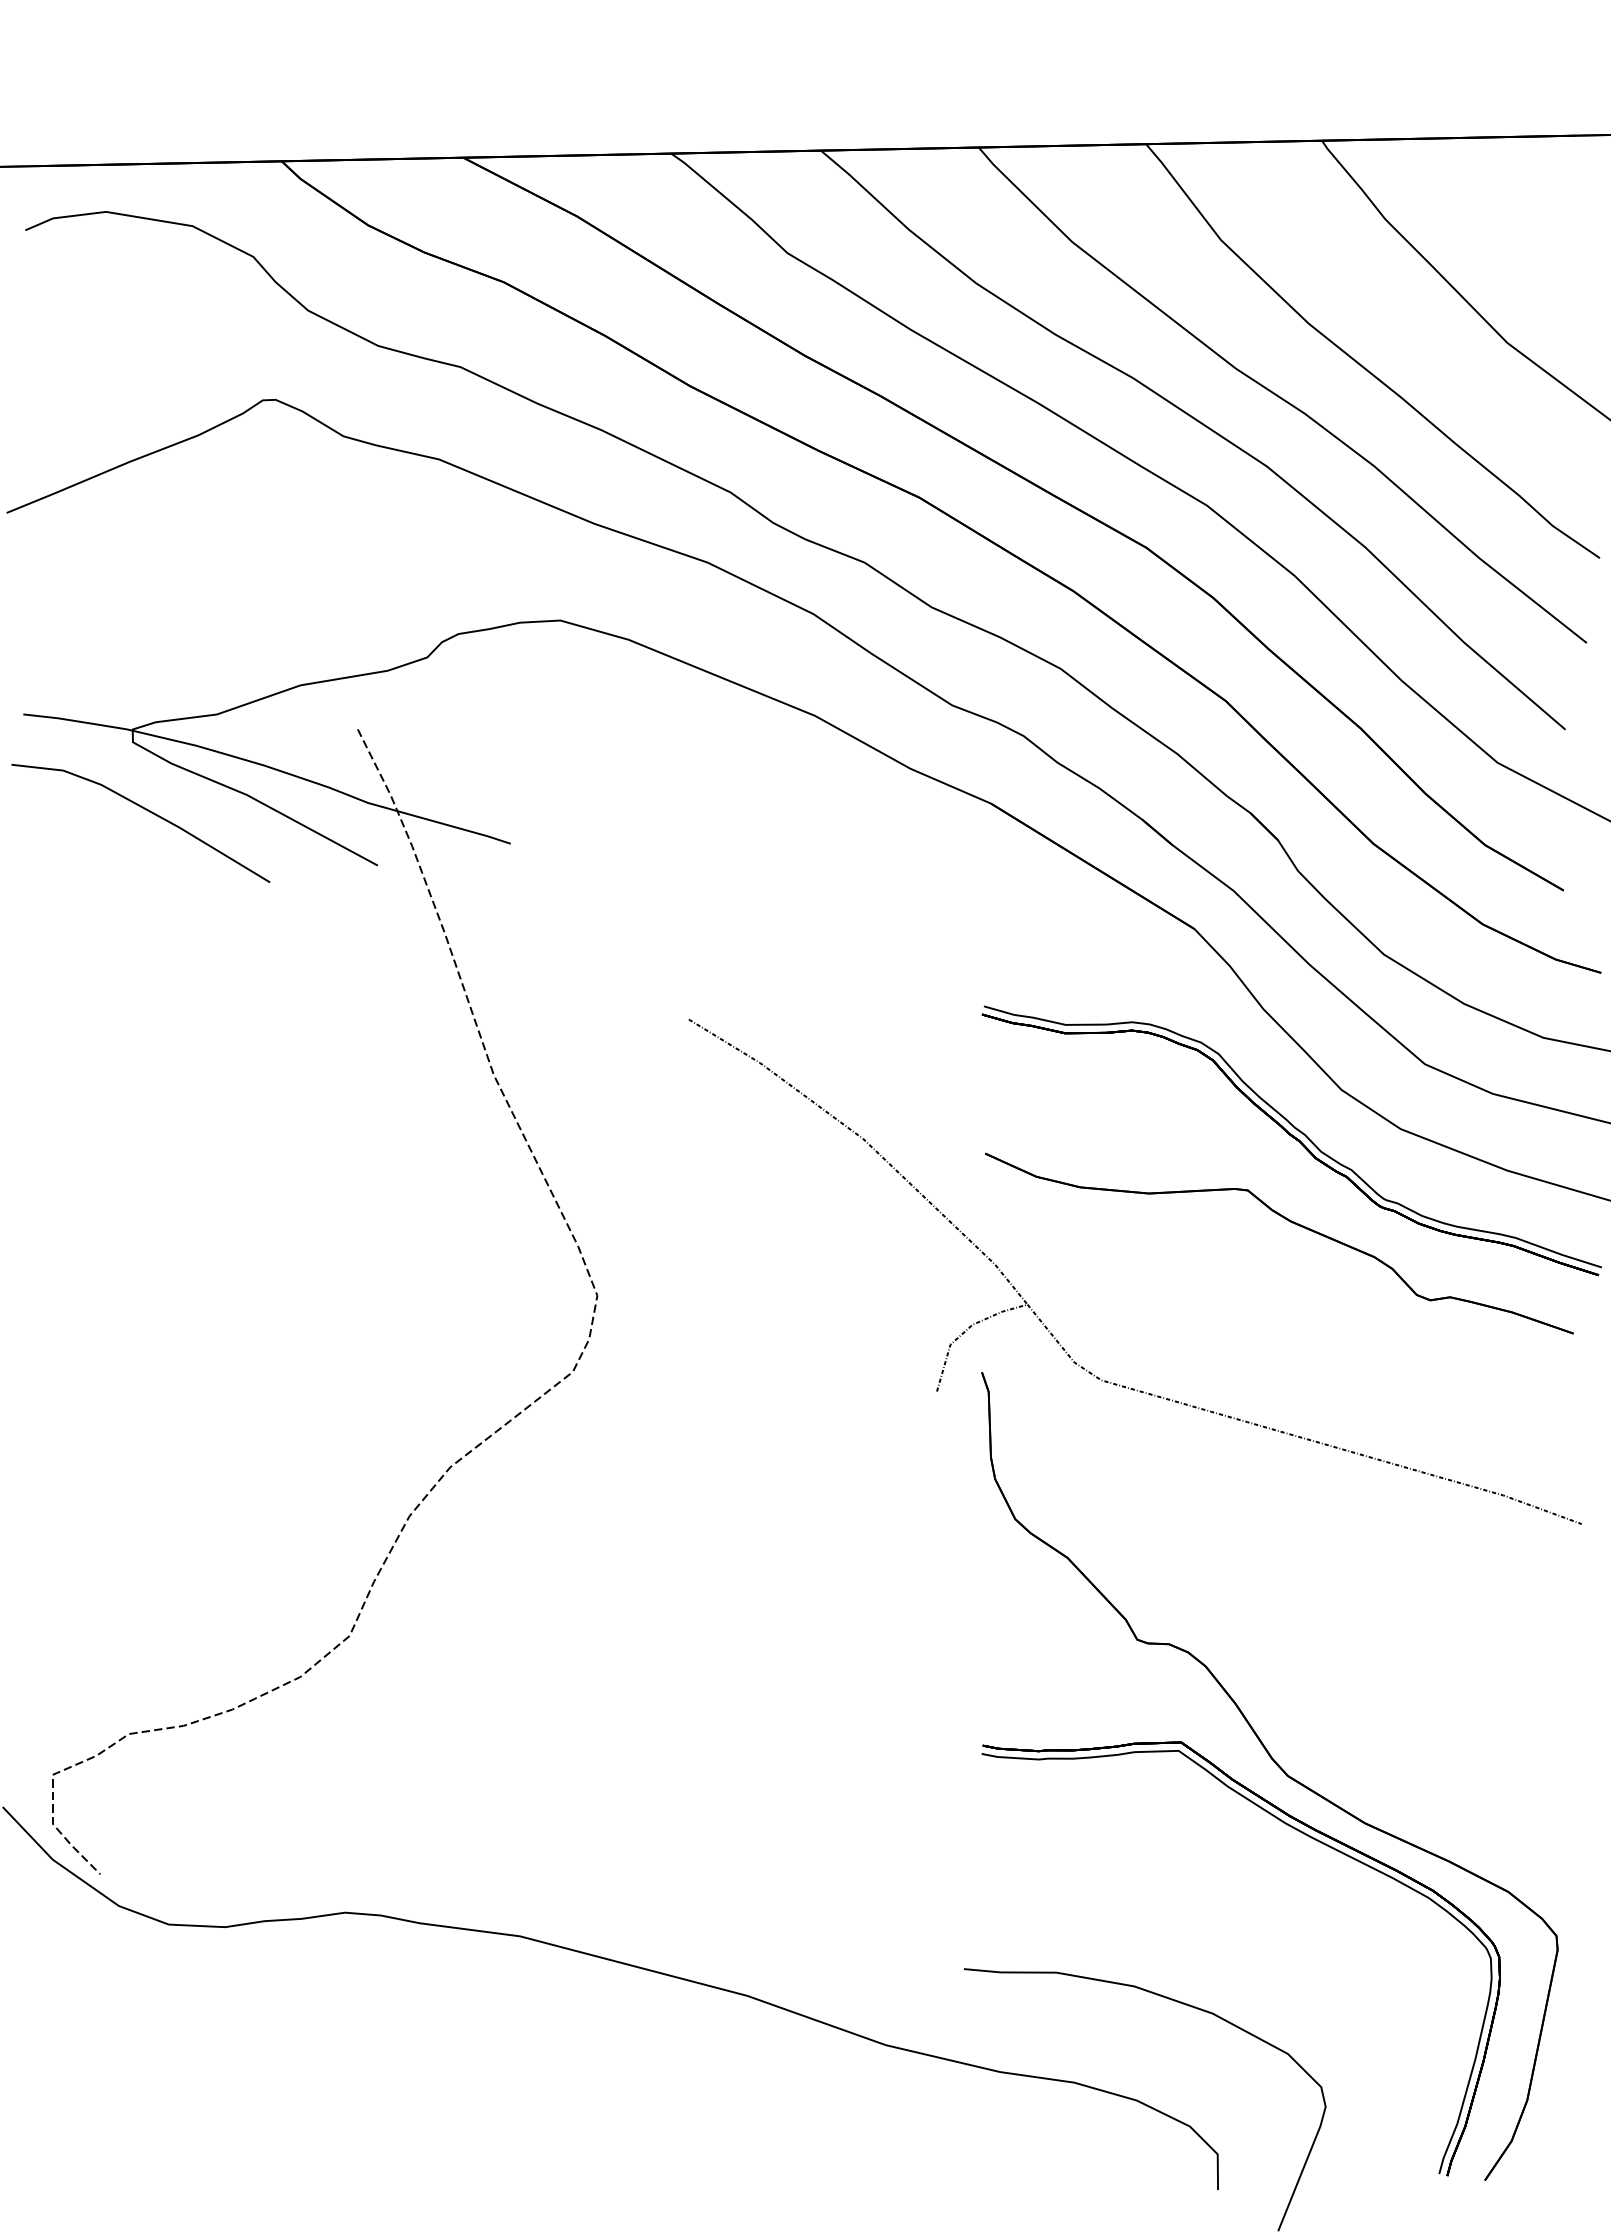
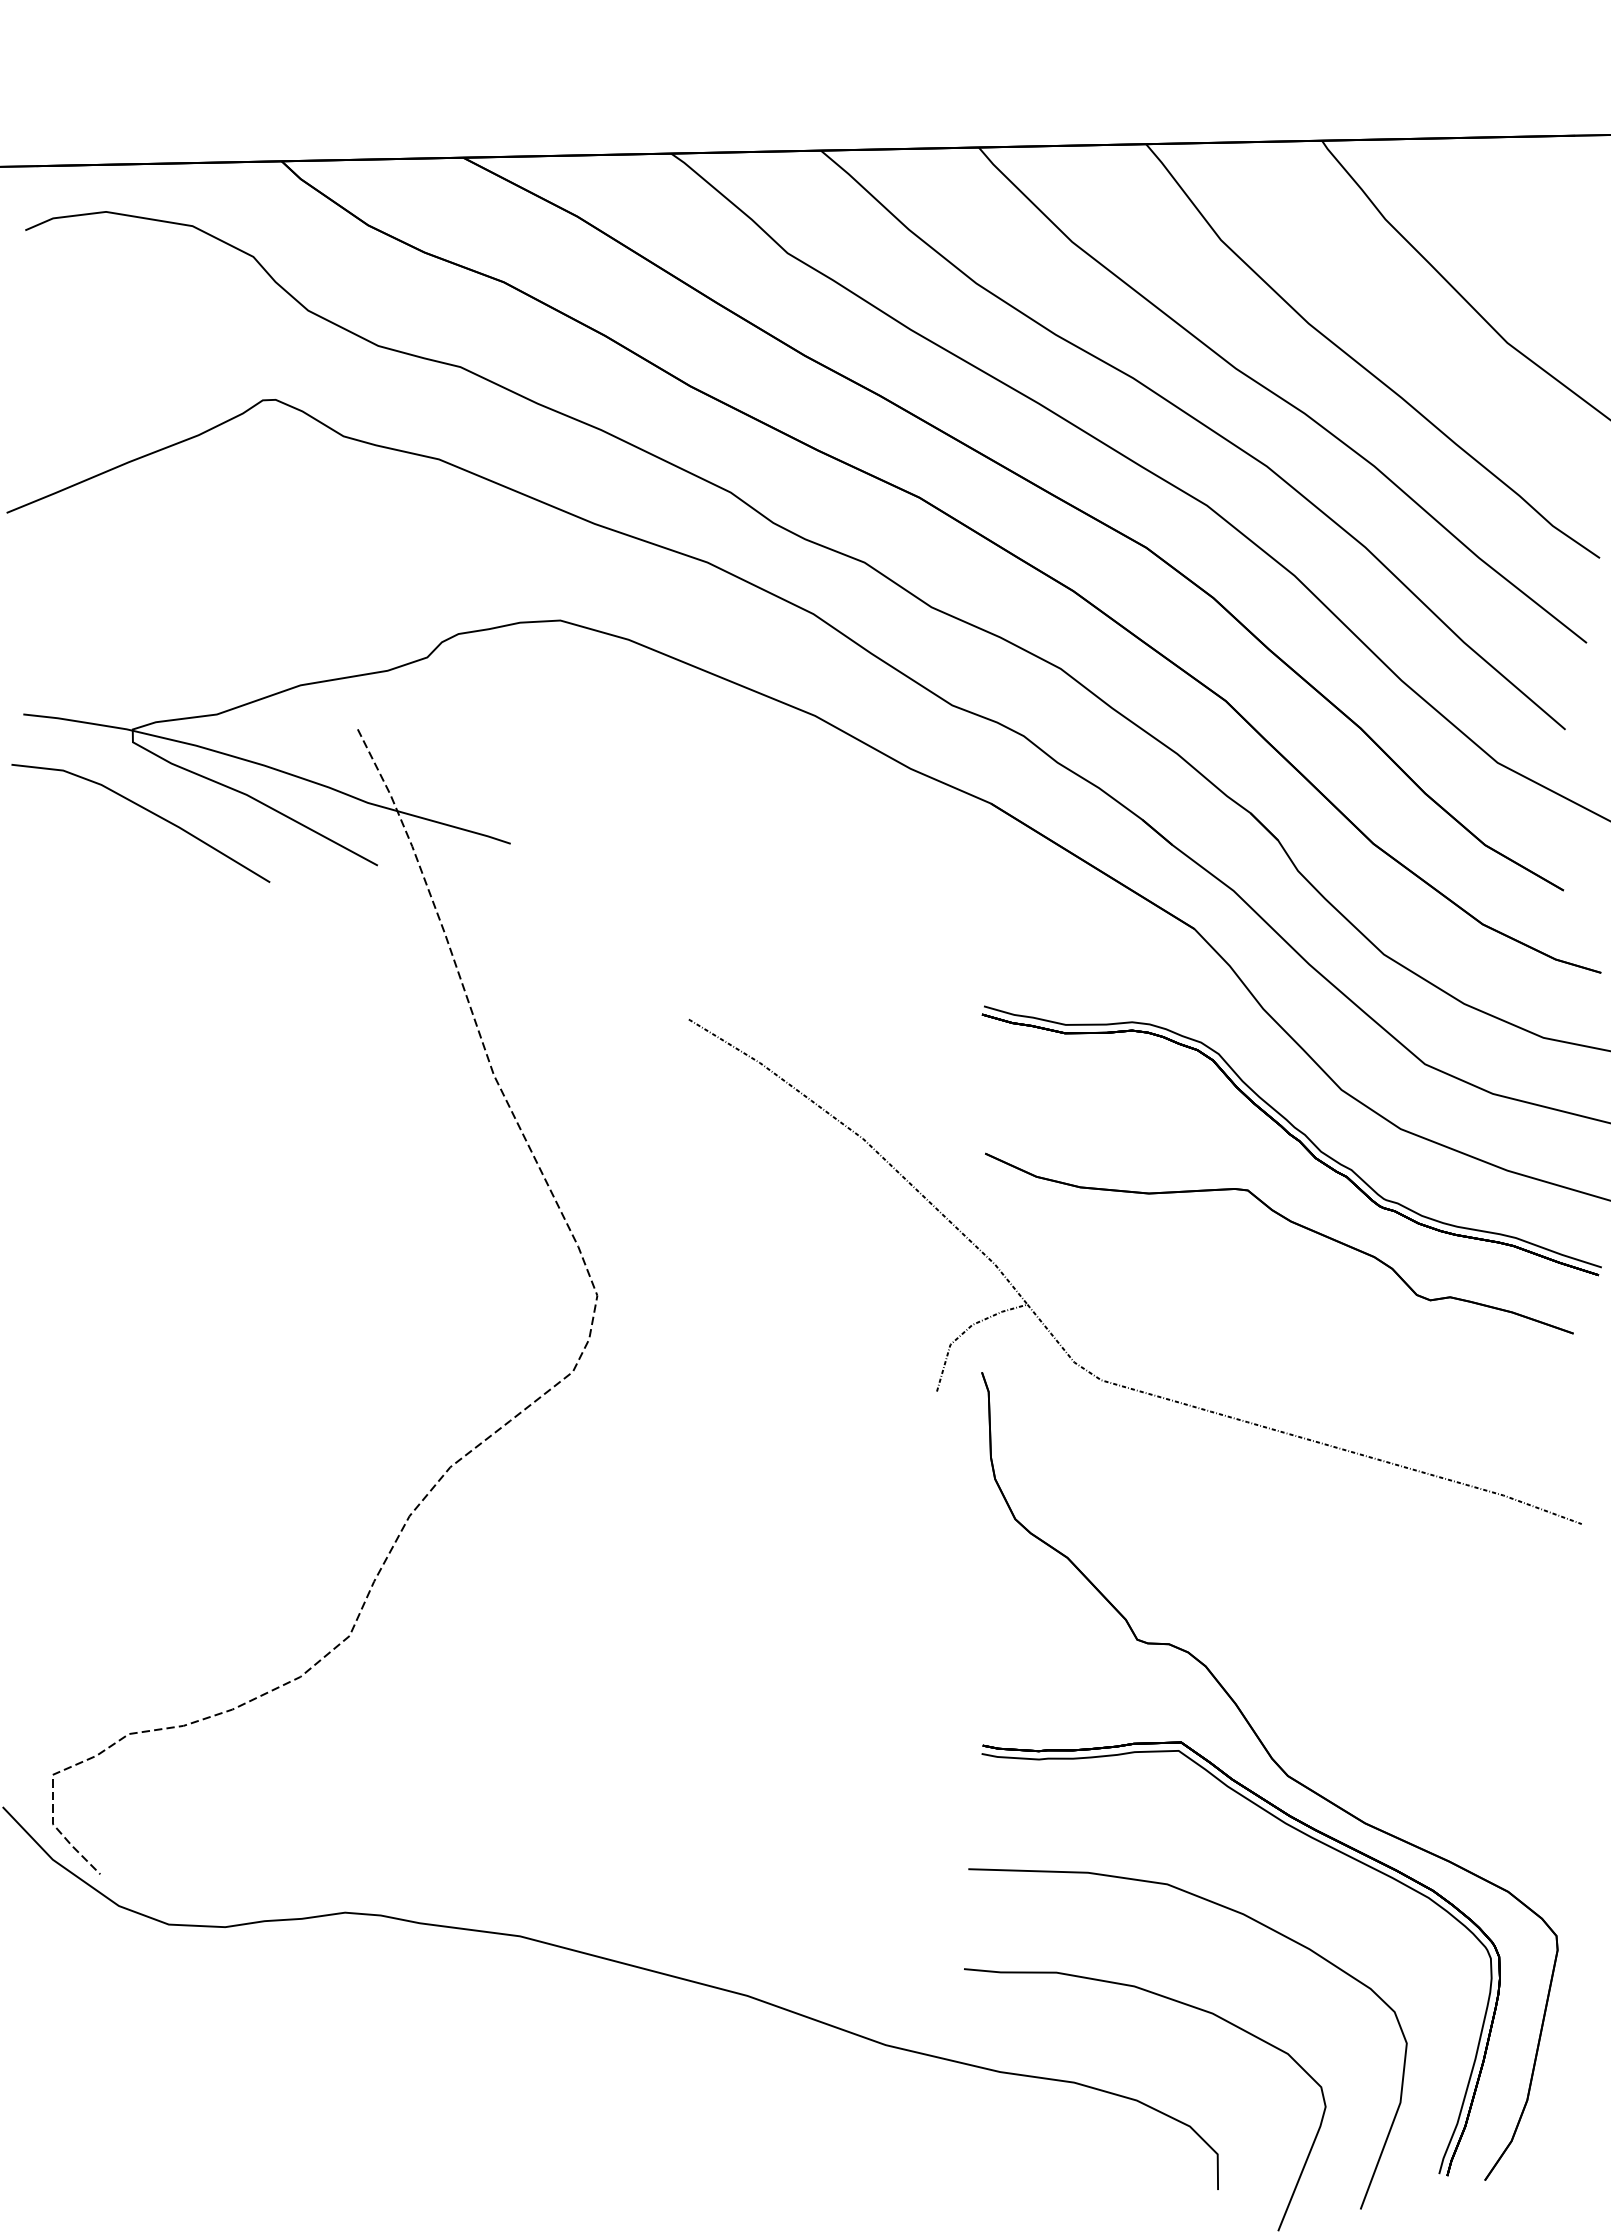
curve at (1250, 1919): none -> present
